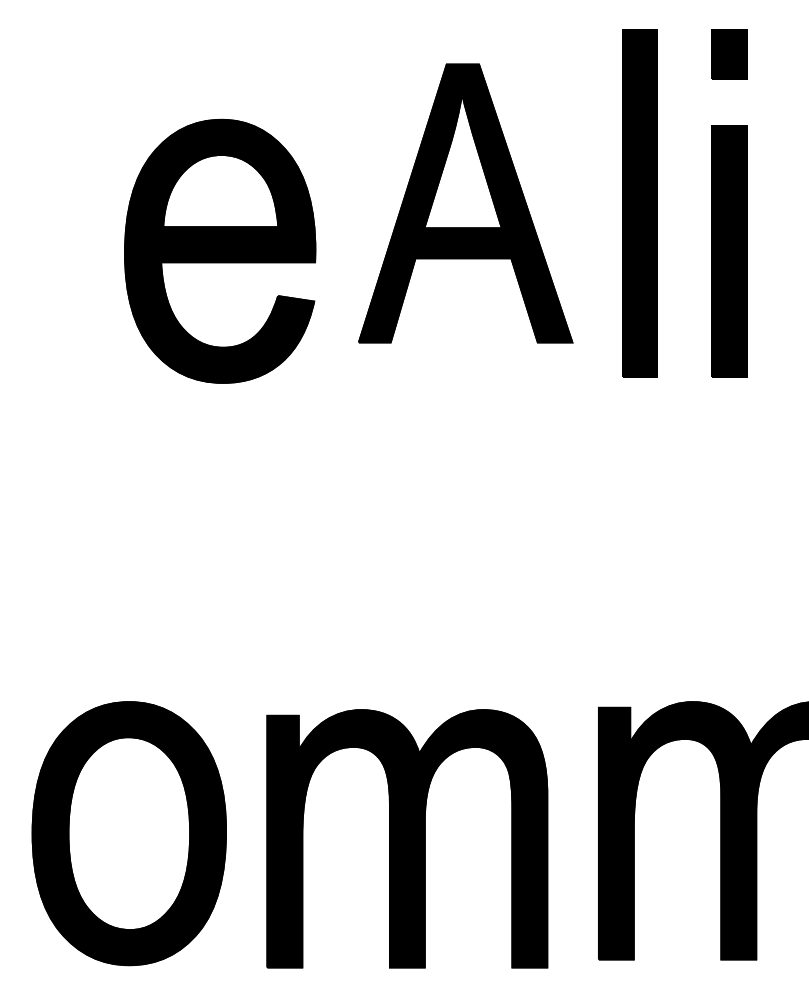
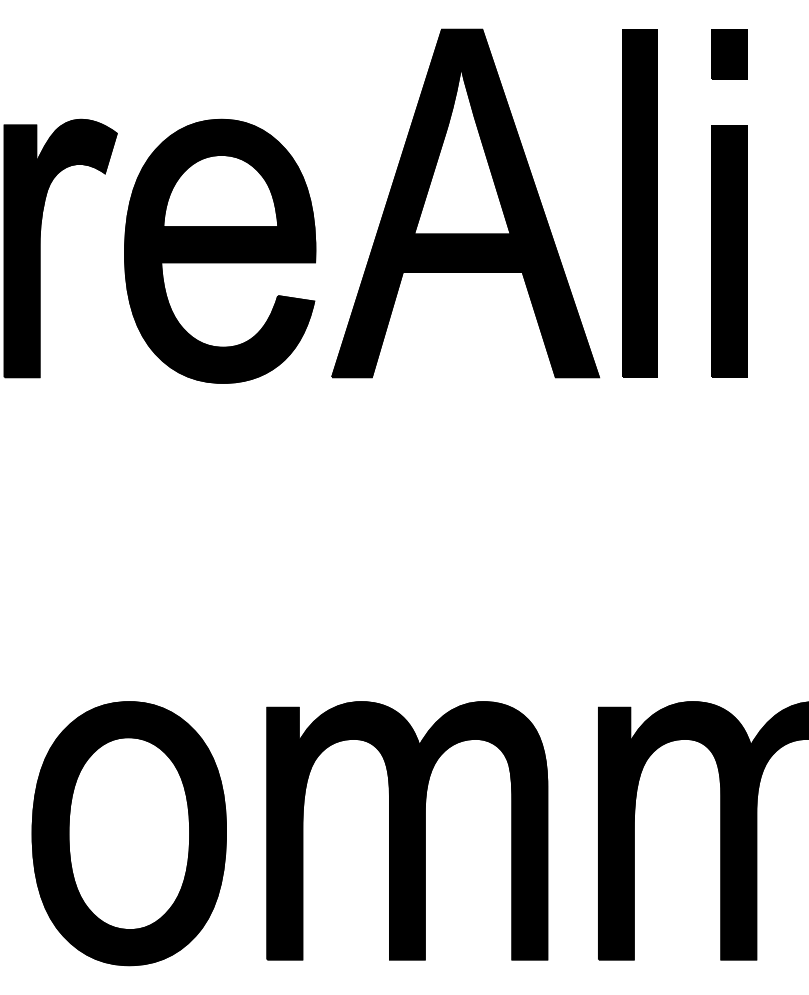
part at (465, 203) size: 216x281 px -> 270x351 px
part at (40, 248): none -> present
part at (407, 838) position: (407, 838) -> (407, 830)
